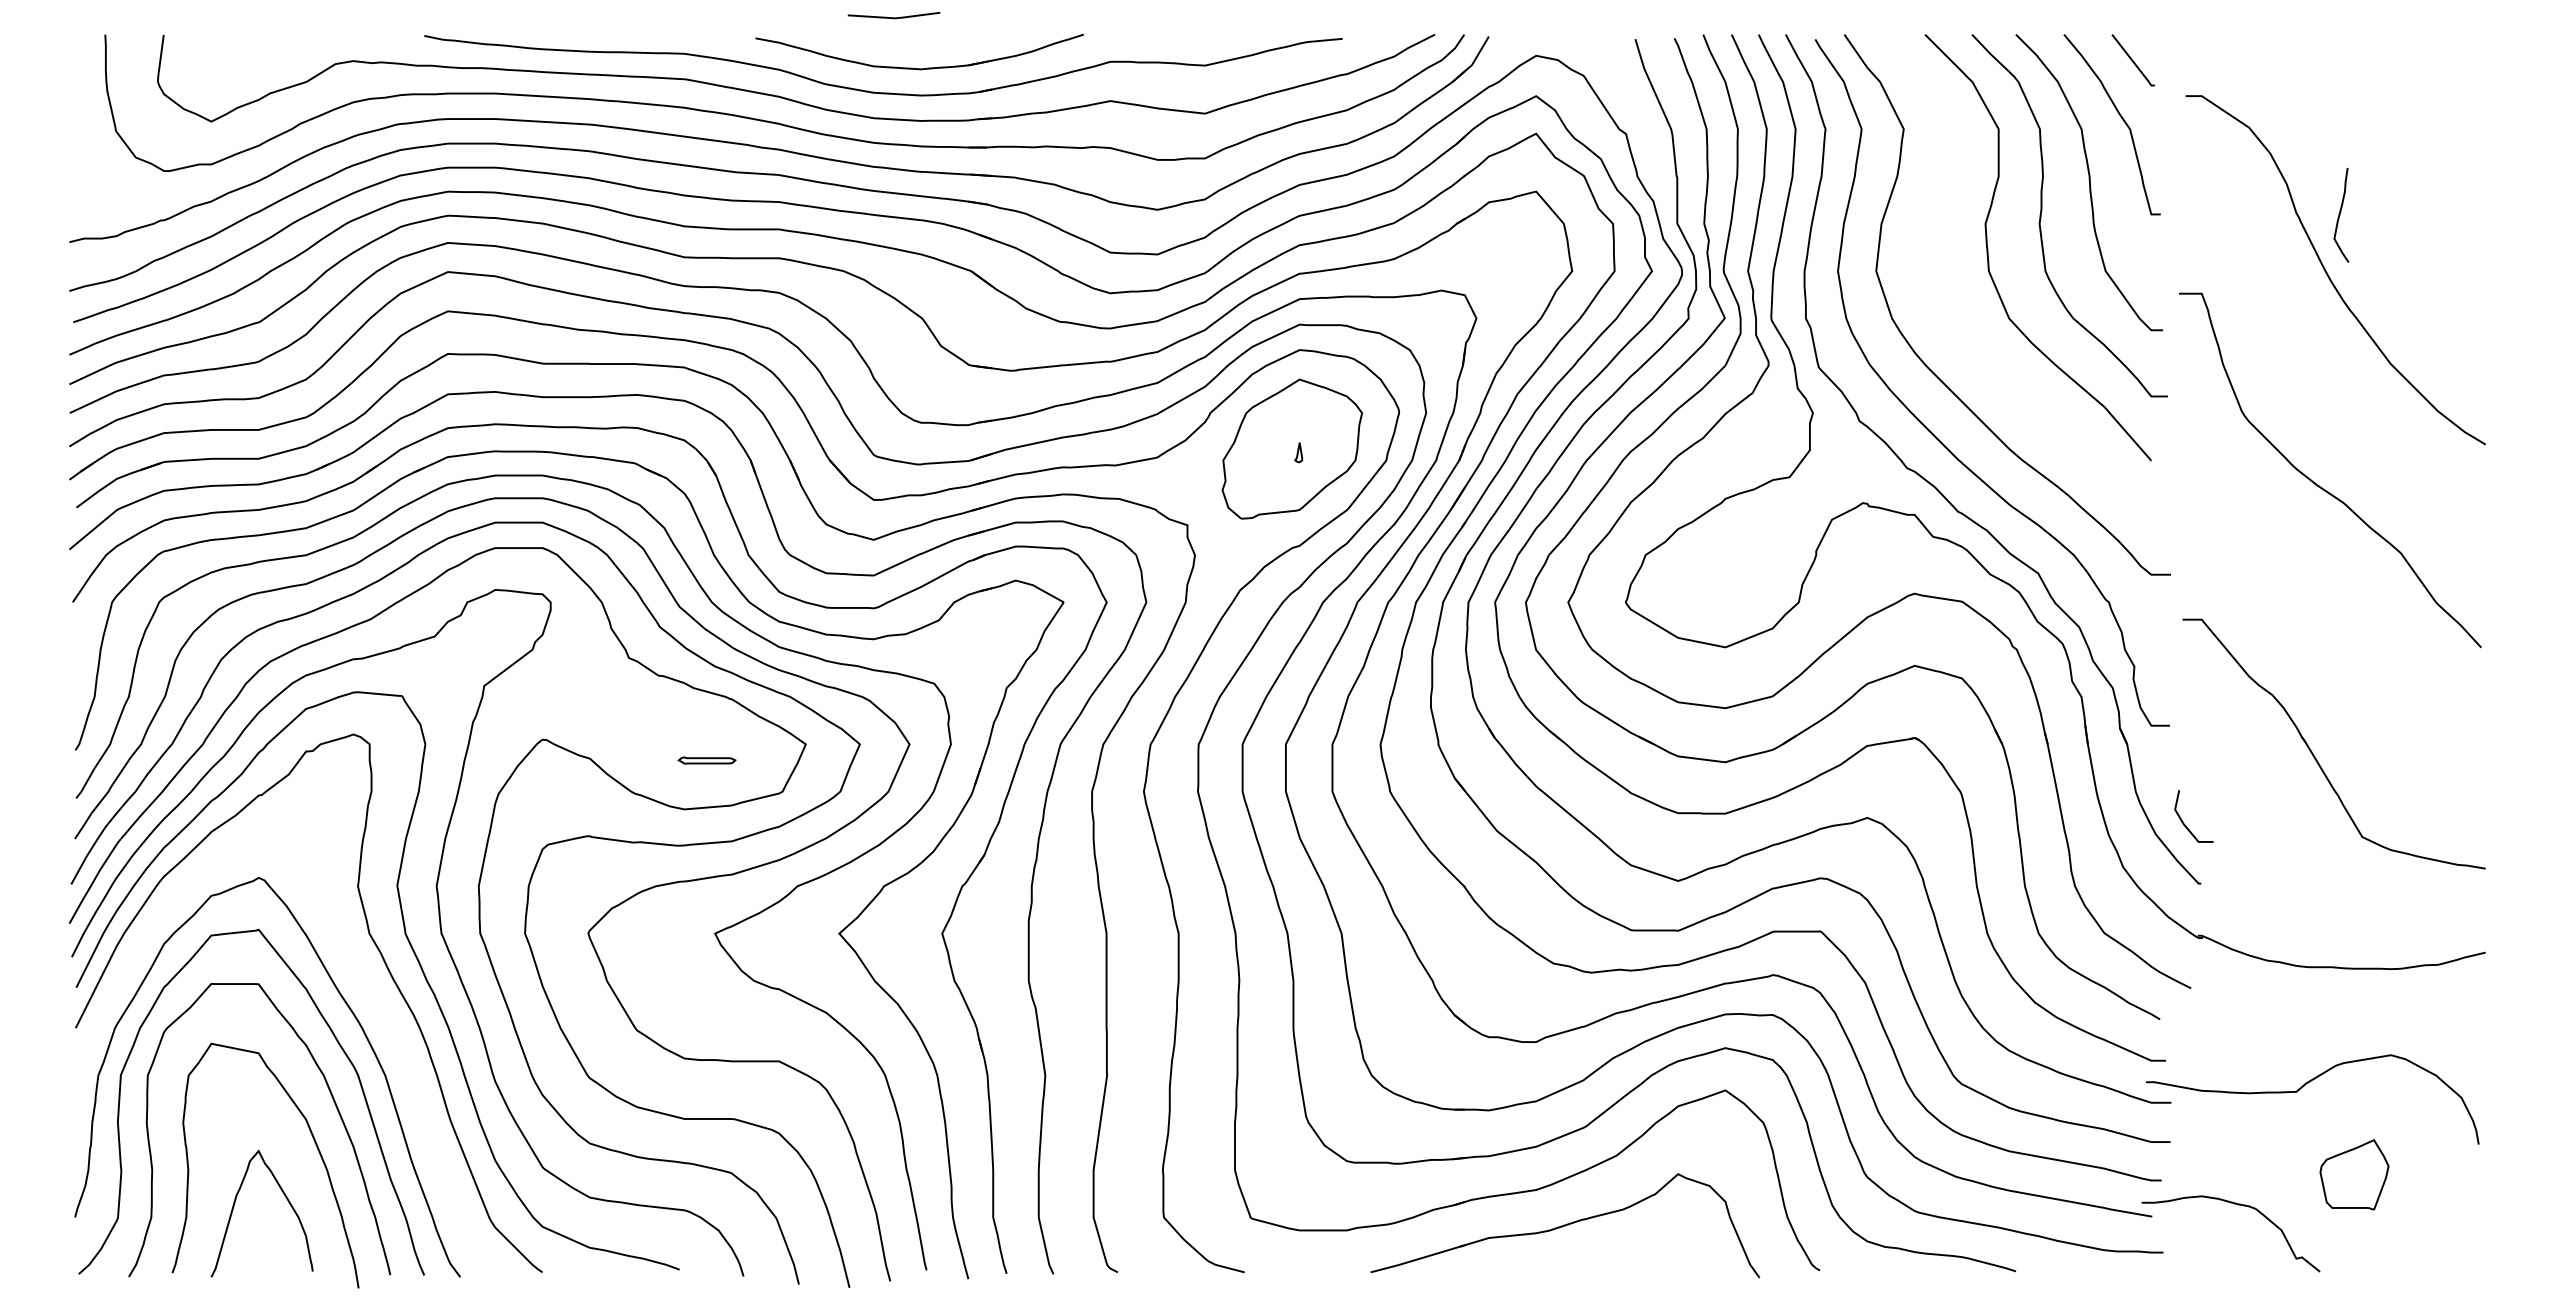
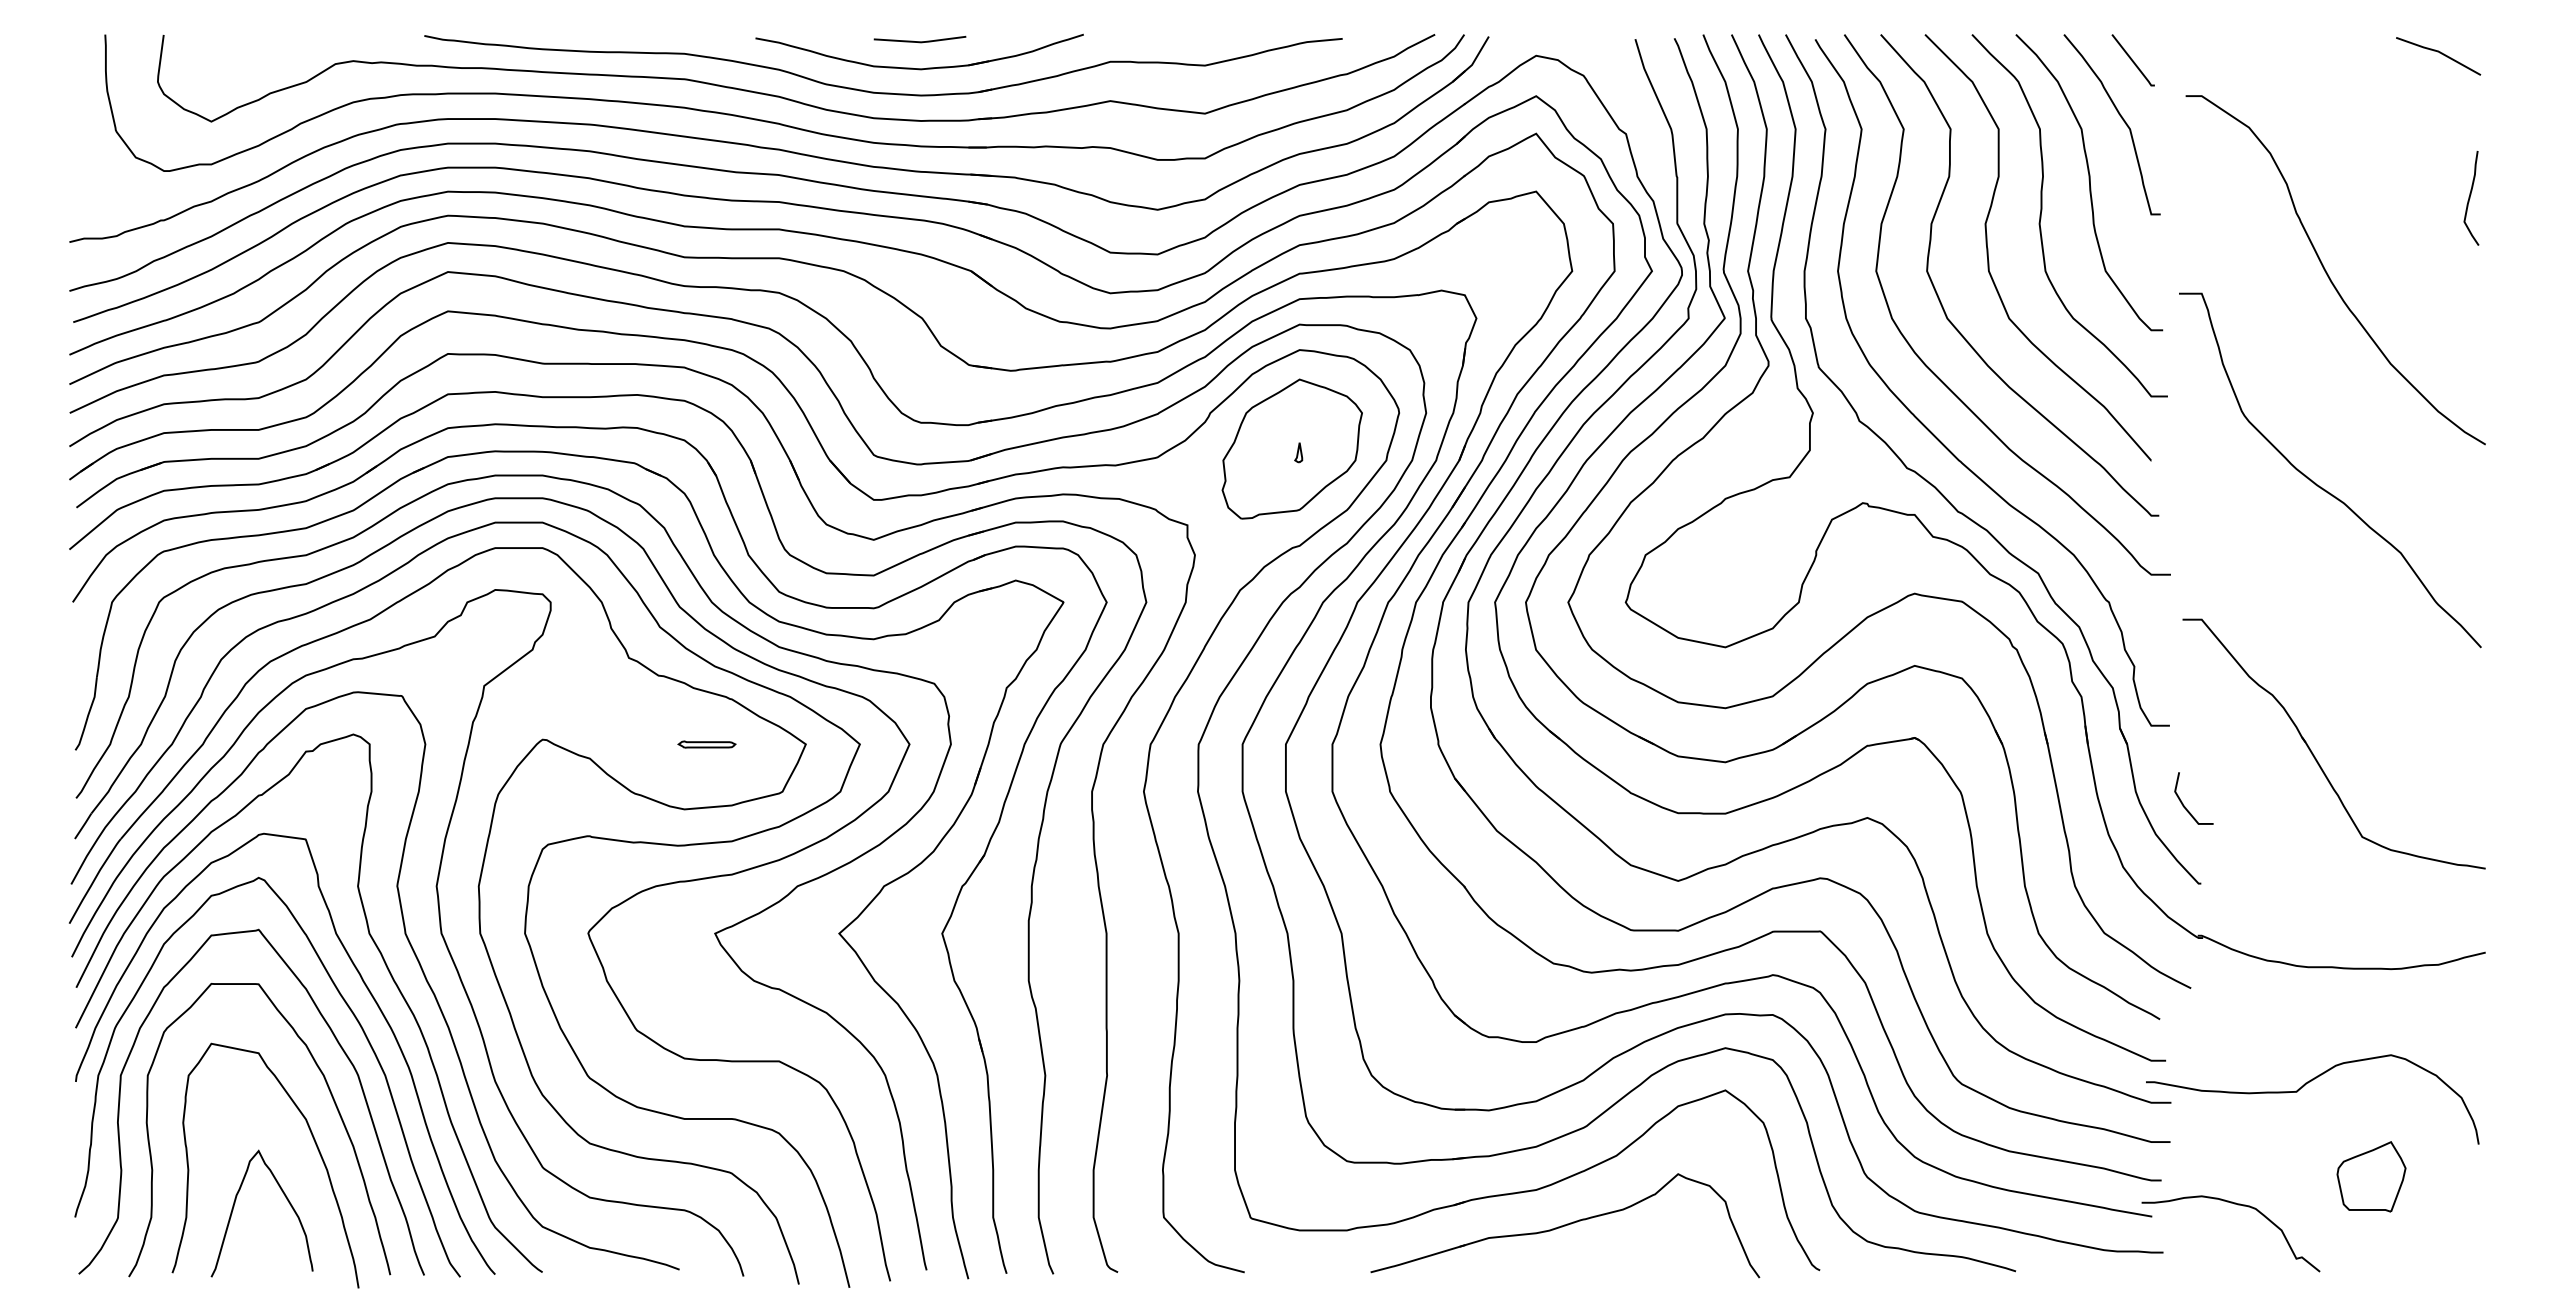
curve at (893, 17) position: (893, 17) -> (919, 41)
curve at (2439, 53): none -> present
curve at (2340, 215) position: (2340, 215) -> (2470, 198)
curve at (1958, 329): none -> present
part at (706, 760) position: (706, 760) -> (706, 744)
curve at (2183, 821) position: (2183, 821) -> (2183, 803)
curve at (372, 998): none -> present
part at (2354, 1174) position: (2354, 1174) -> (2371, 1176)
